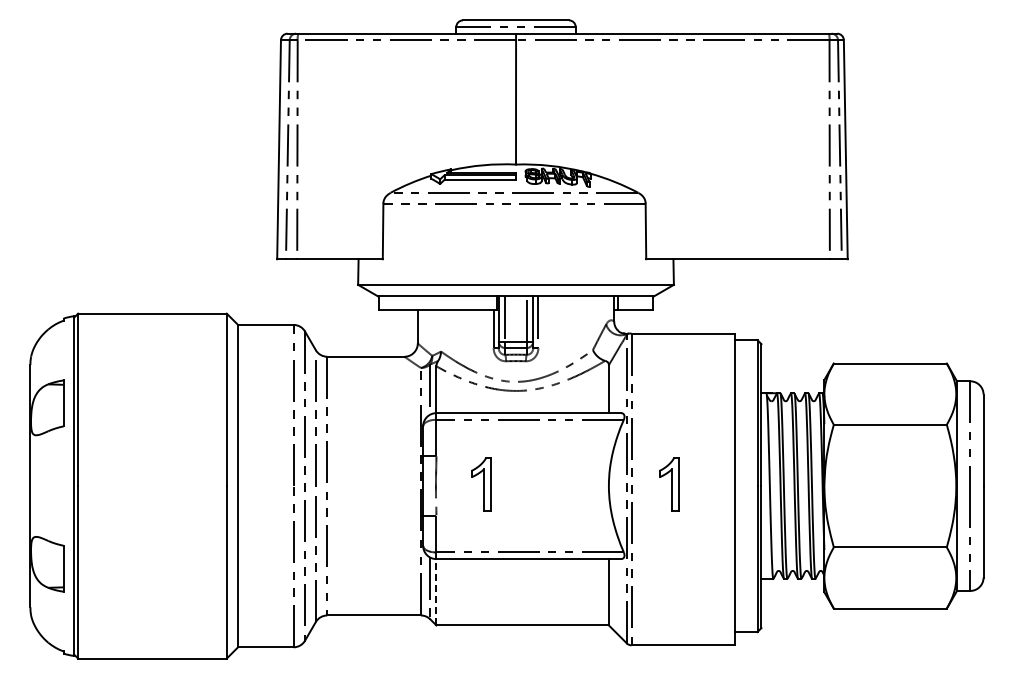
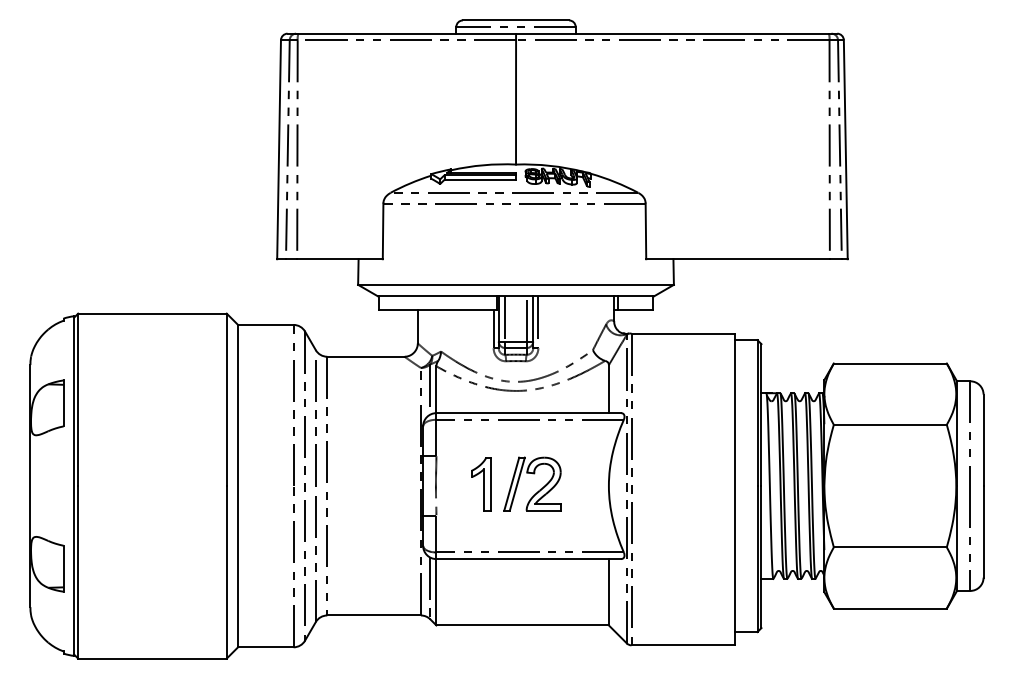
part at (533, 474): none -> present
part at (669, 484): present -> none
line at (436, 591): dashed -> solid
